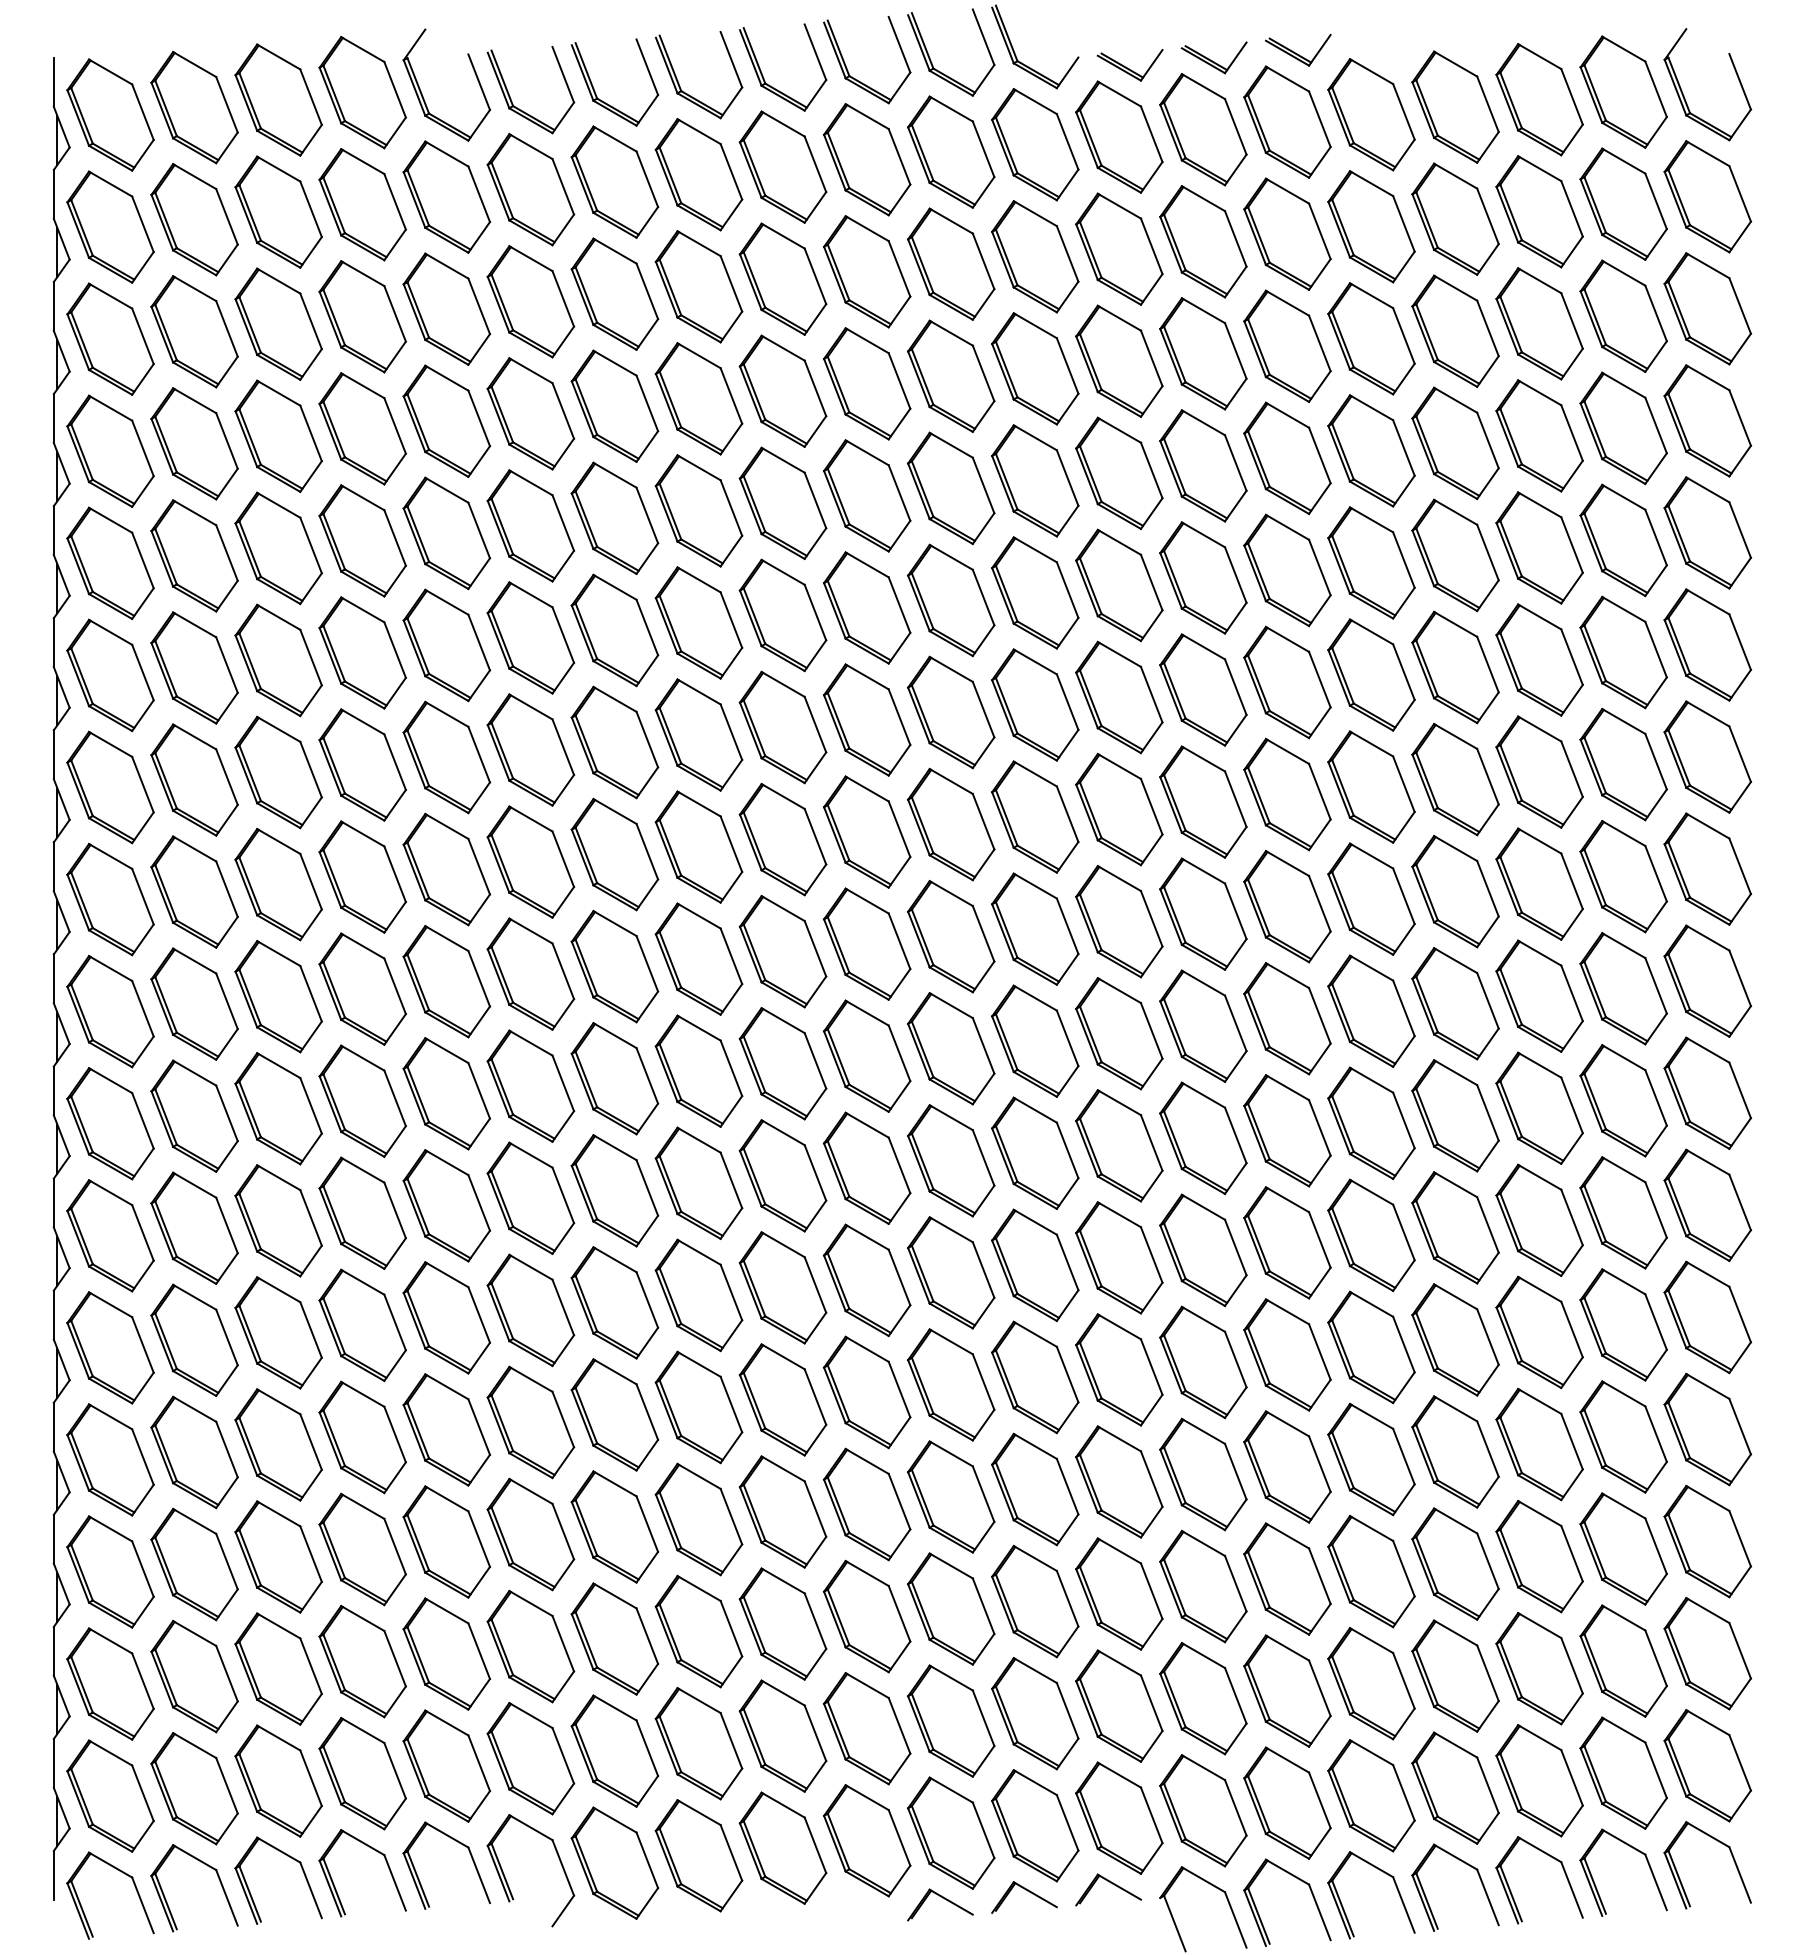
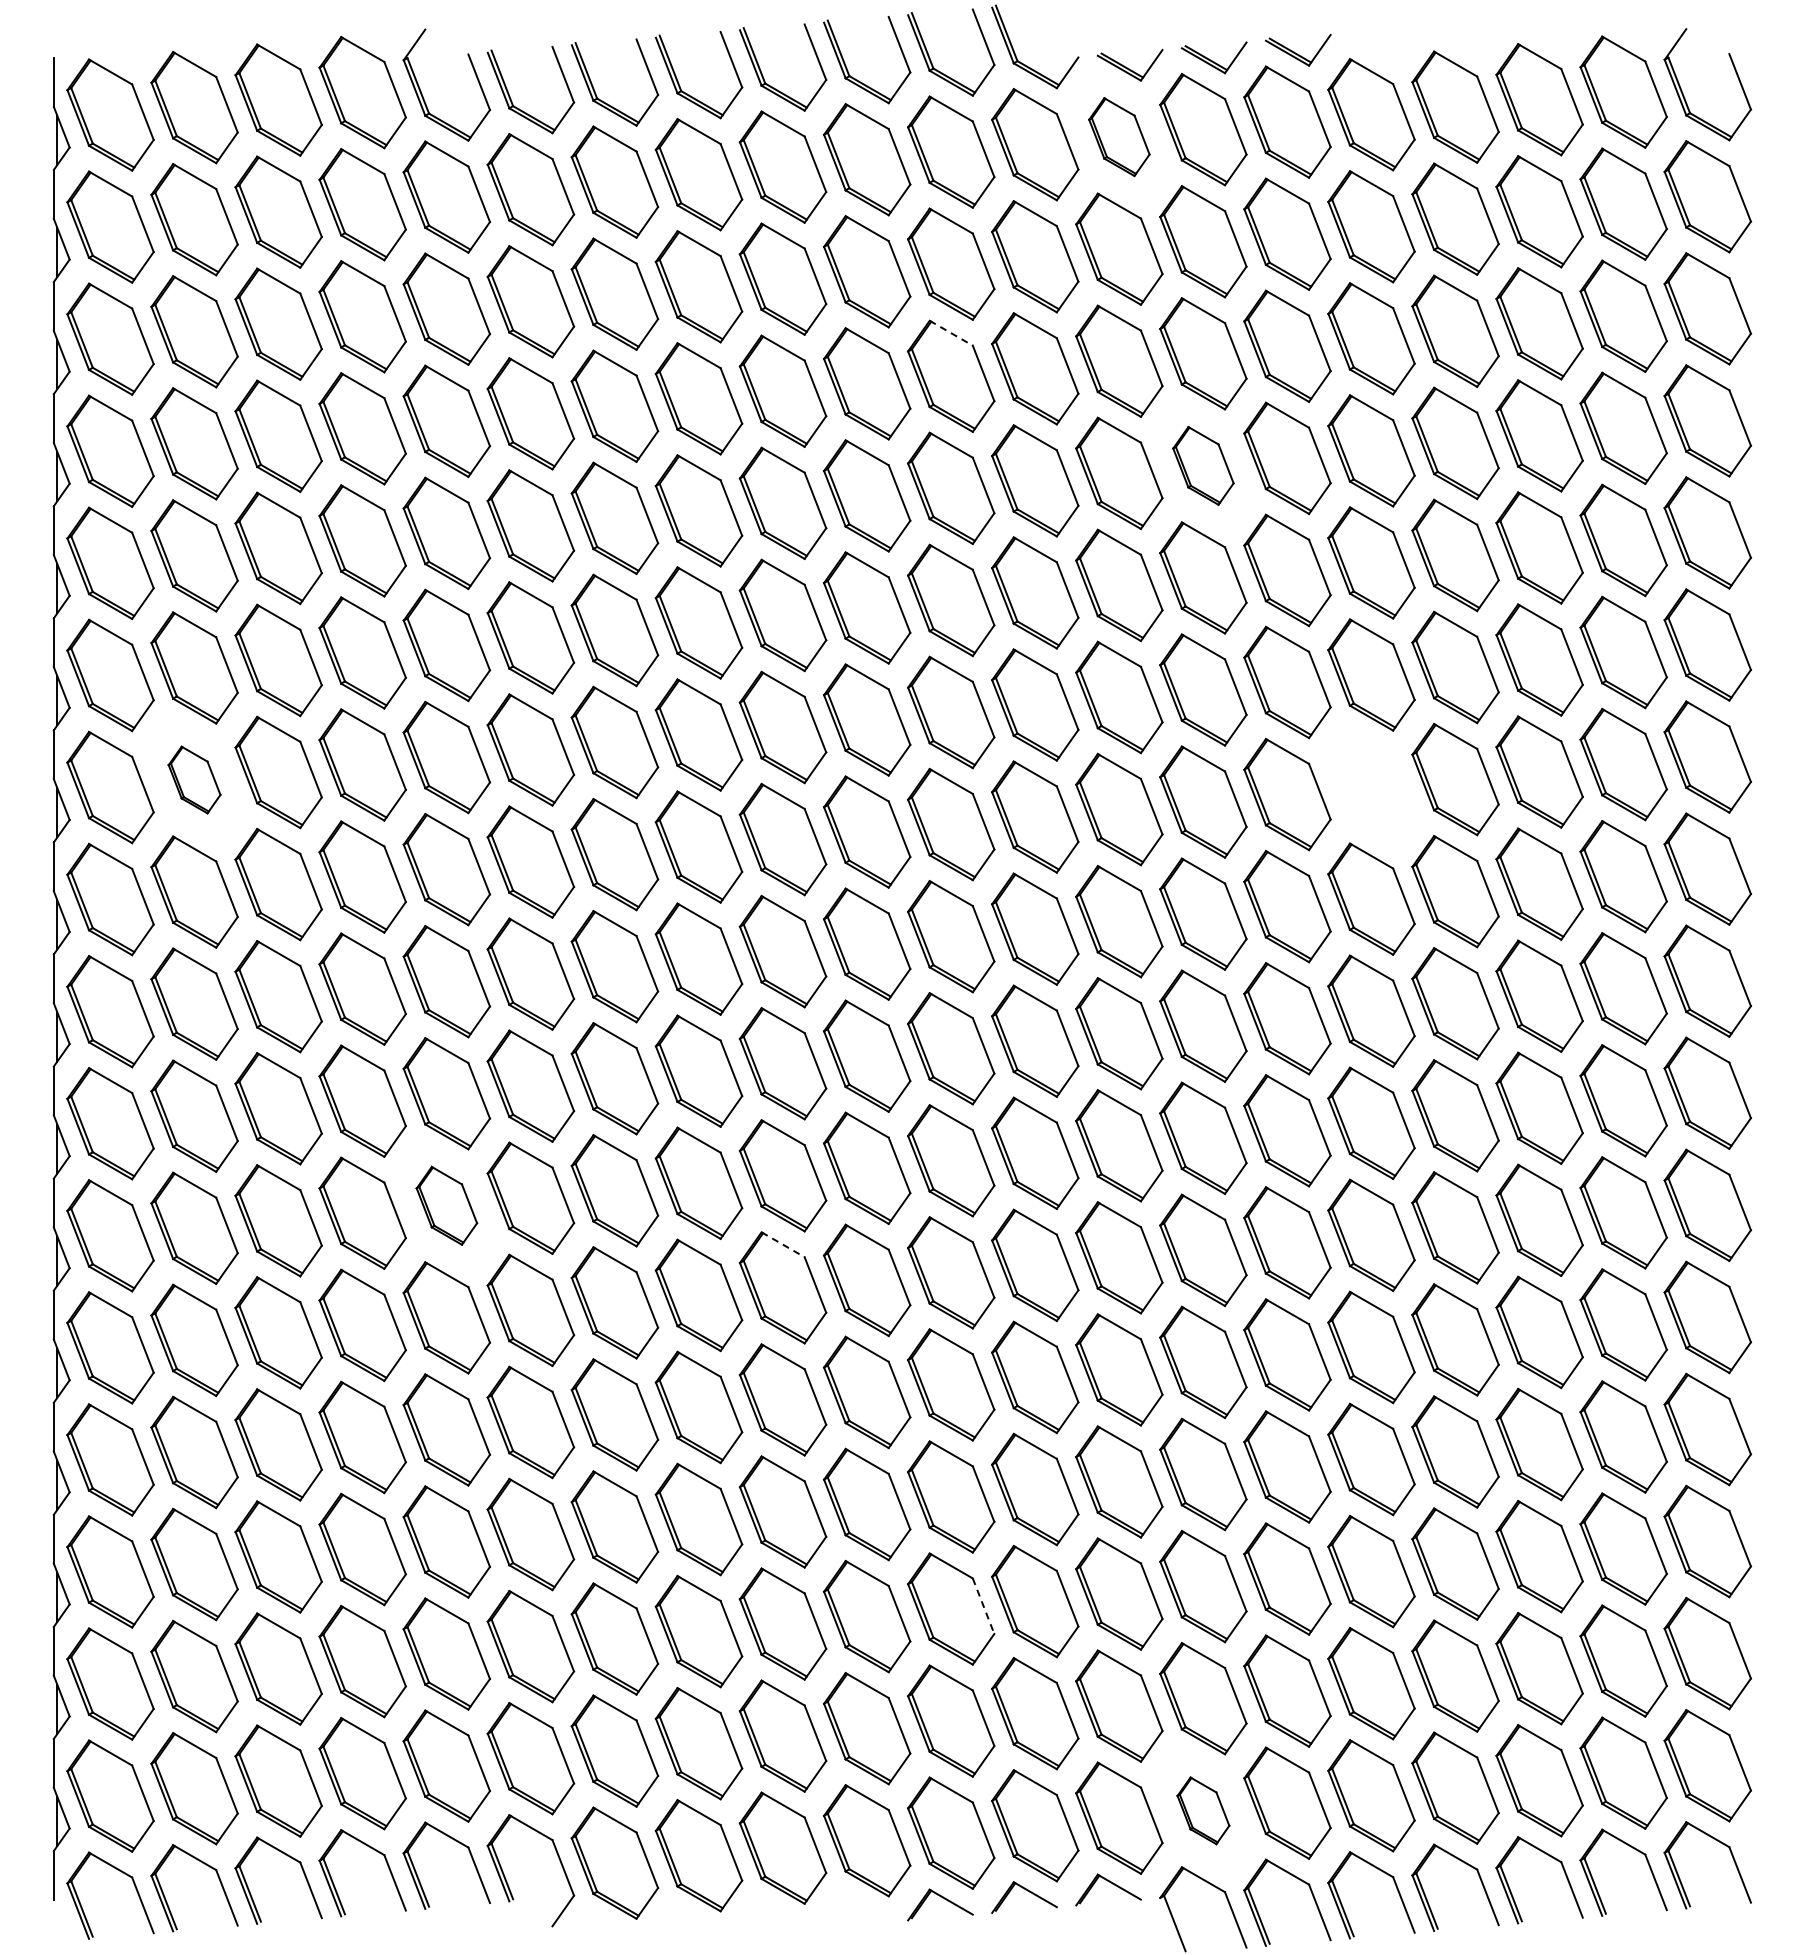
part at (1119, 136) size: 89x114 px -> 63x81 px
line at (951, 333): solid -> dashed
part at (1203, 465) size: 89x114 px -> 63x81 px
part at (194, 779) size: 89x114 px -> 55x70 px
part at (1371, 786): present -> none
part at (446, 1205) size: 90x114 px -> 64x81 px
line at (783, 1244): solid -> dashed
line at (983, 1606): solid -> dashed
part at (1203, 1810) size: 89x114 px -> 55x70 px
